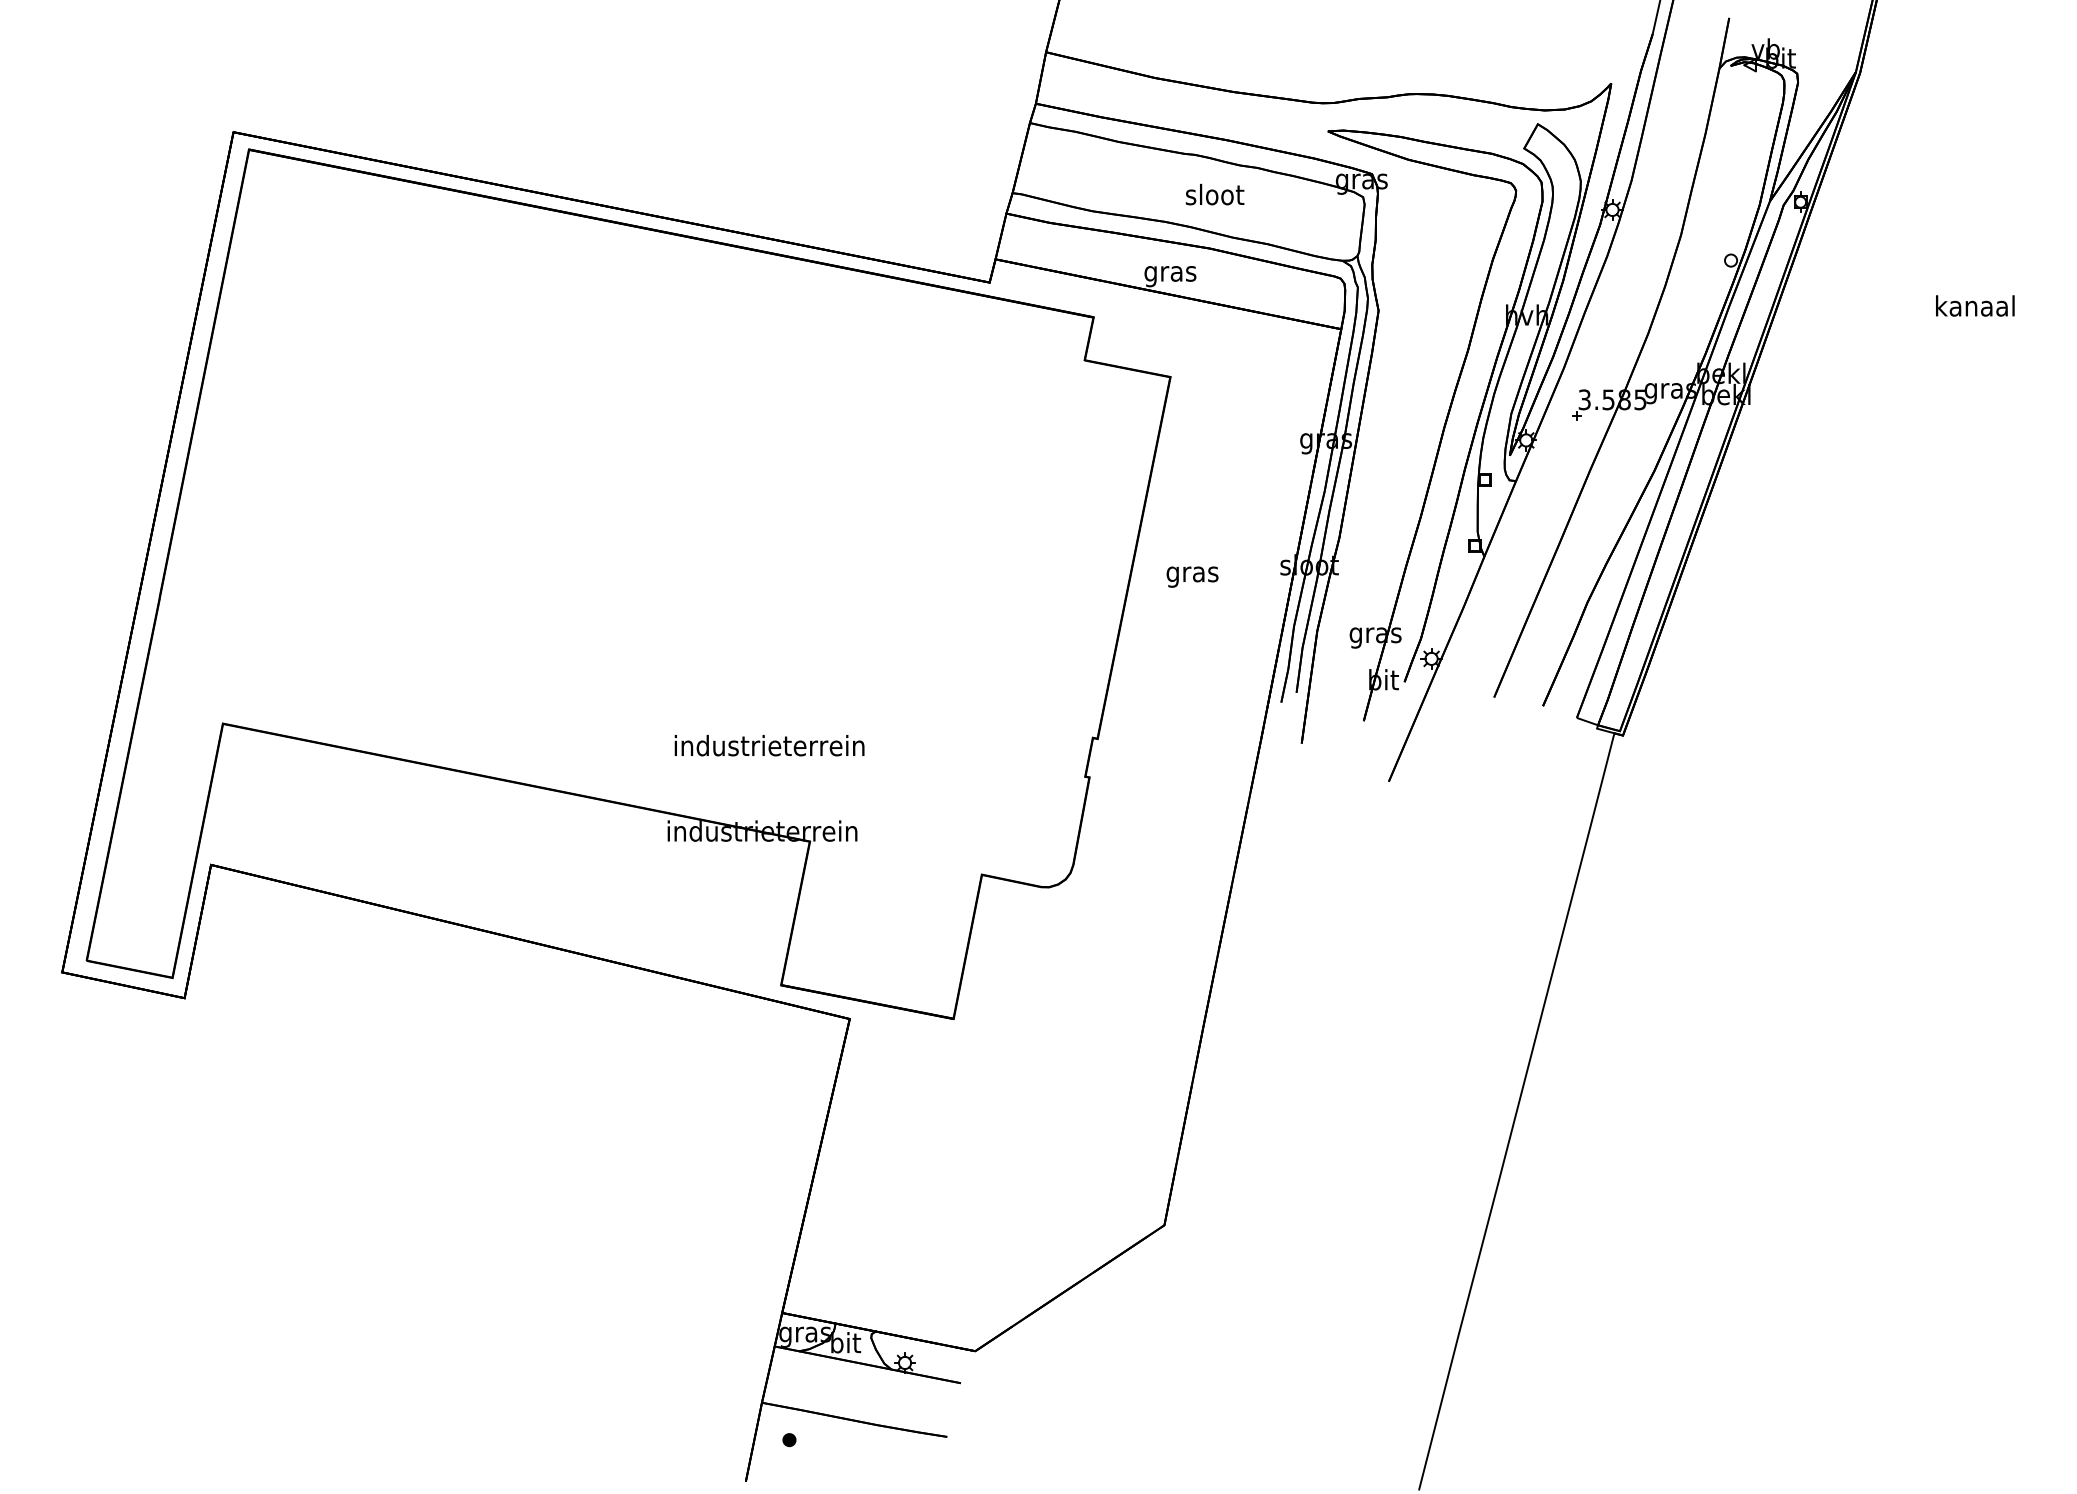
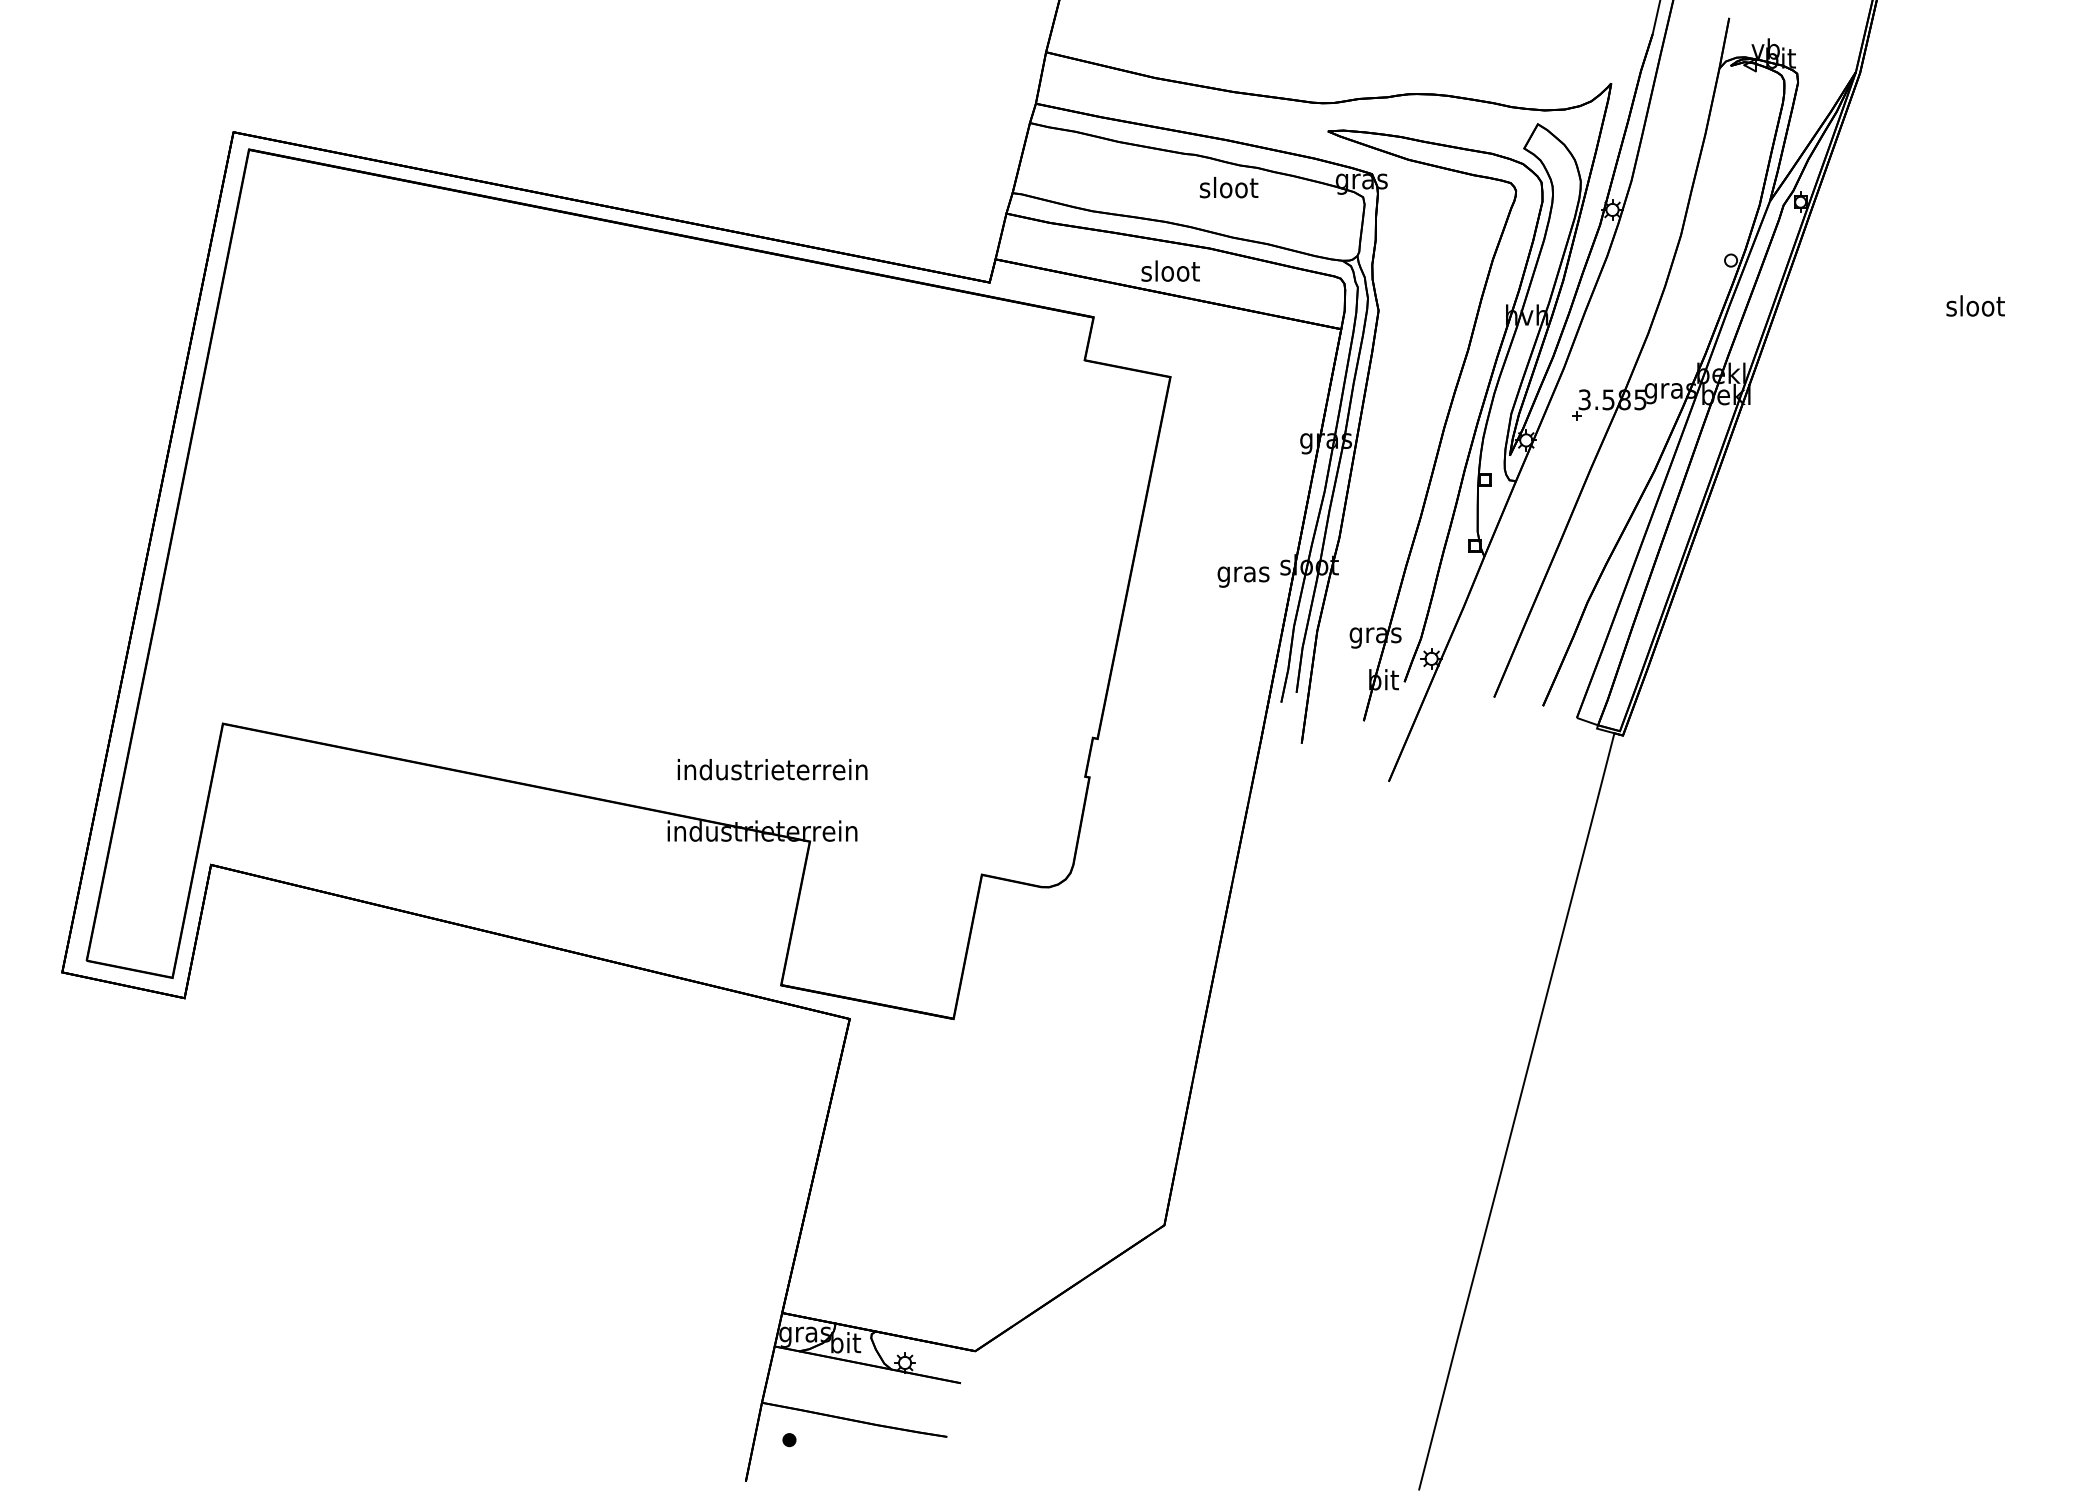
text at (1214, 194) position: (1214, 194) -> (1228, 187)
text at (1170, 273): gras -> sloot
text at (1975, 305): kanaal -> sloot
text at (1192, 576) position: (1192, 576) -> (1243, 576)
text at (769, 745) position: (769, 745) -> (772, 769)
